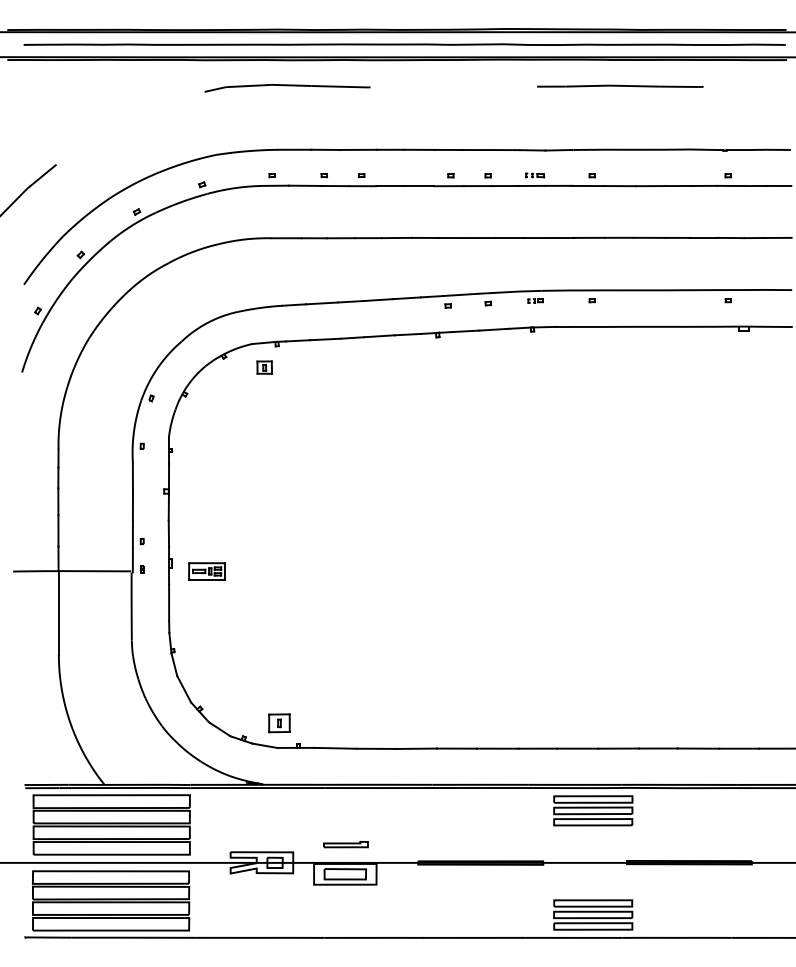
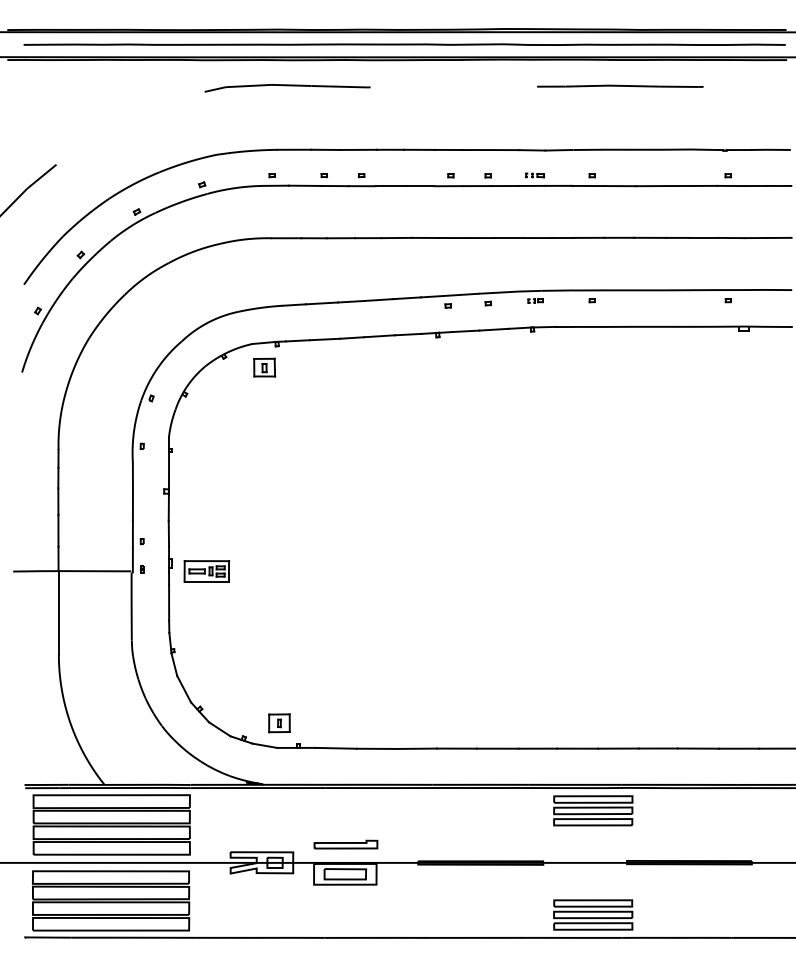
part at (264, 367) size: 17x15 px -> 24x21 px
part at (206, 571) size: 38x19 px -> 48x23 px
part at (345, 844) size: 46x8 px -> 66x11 px
